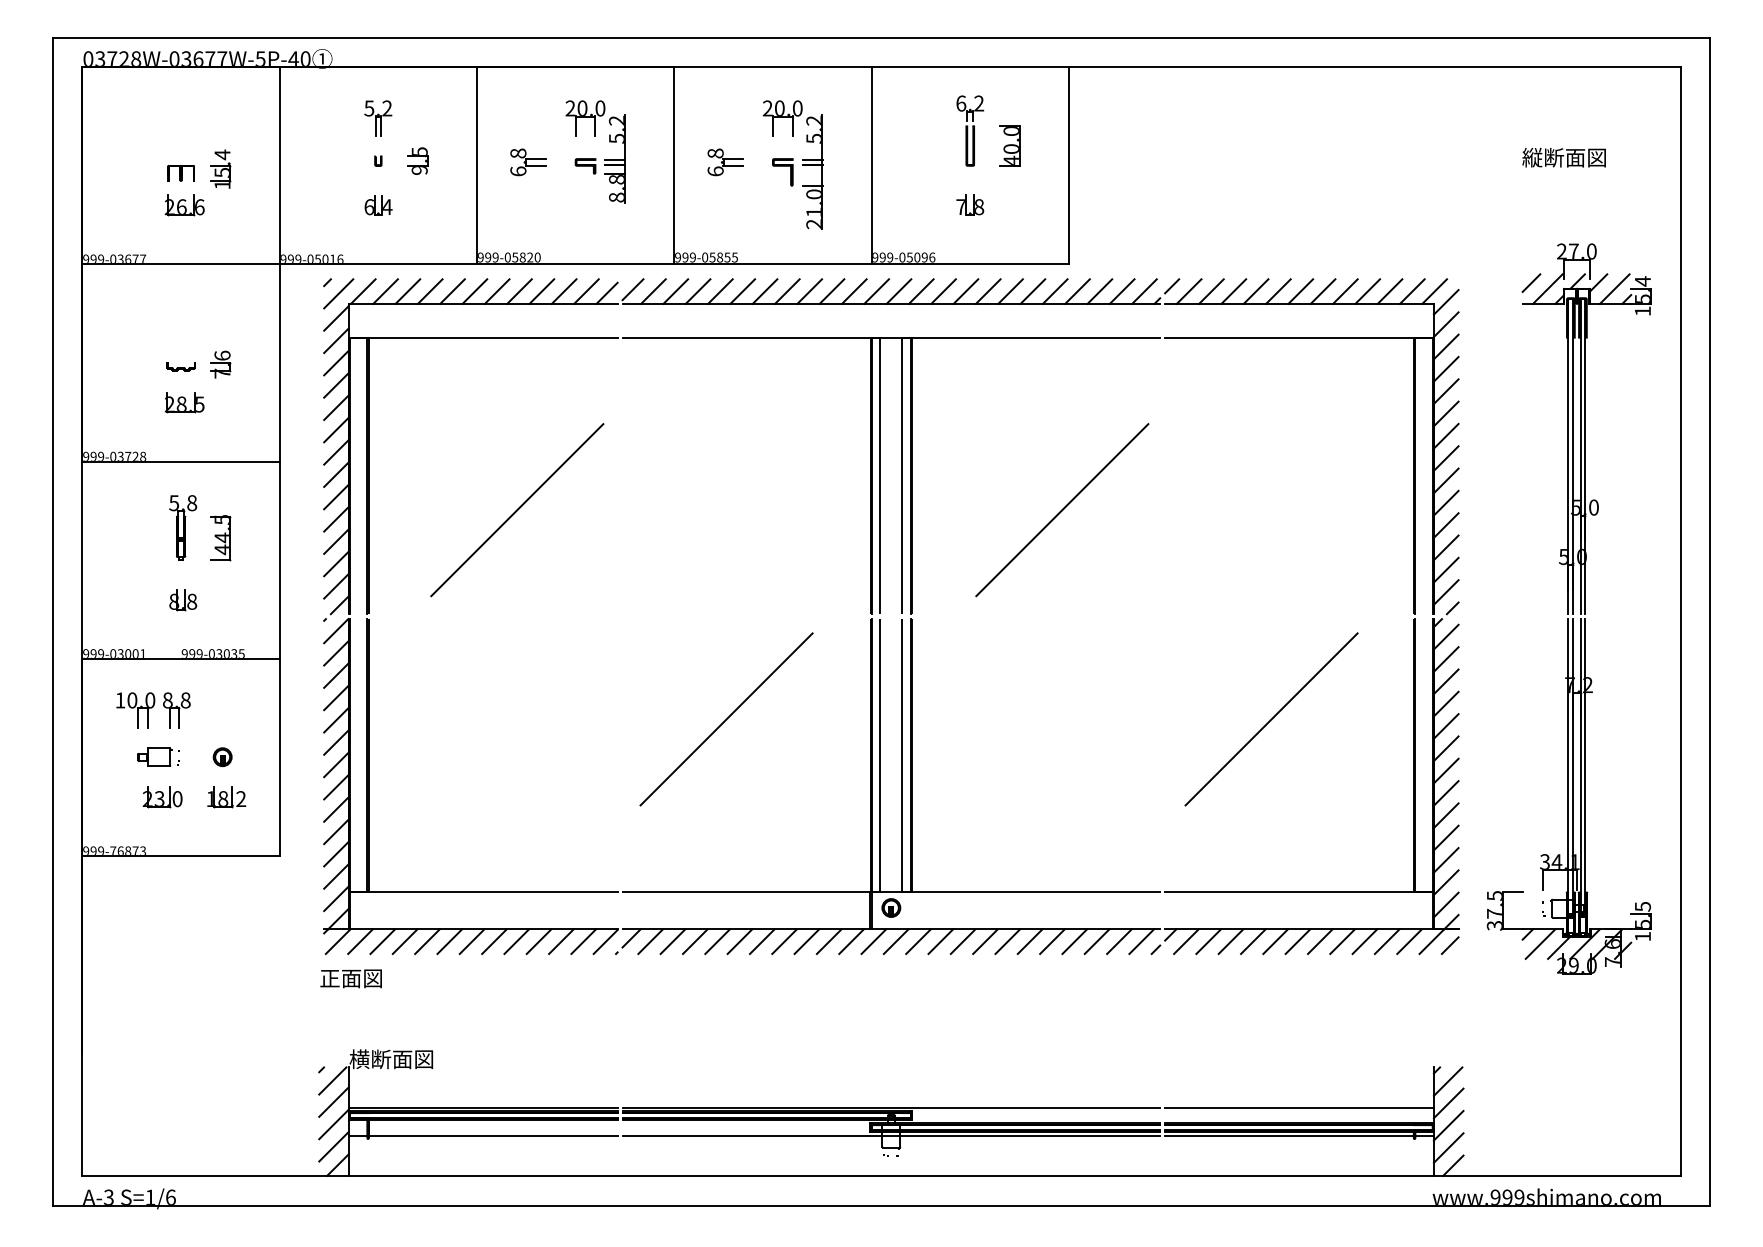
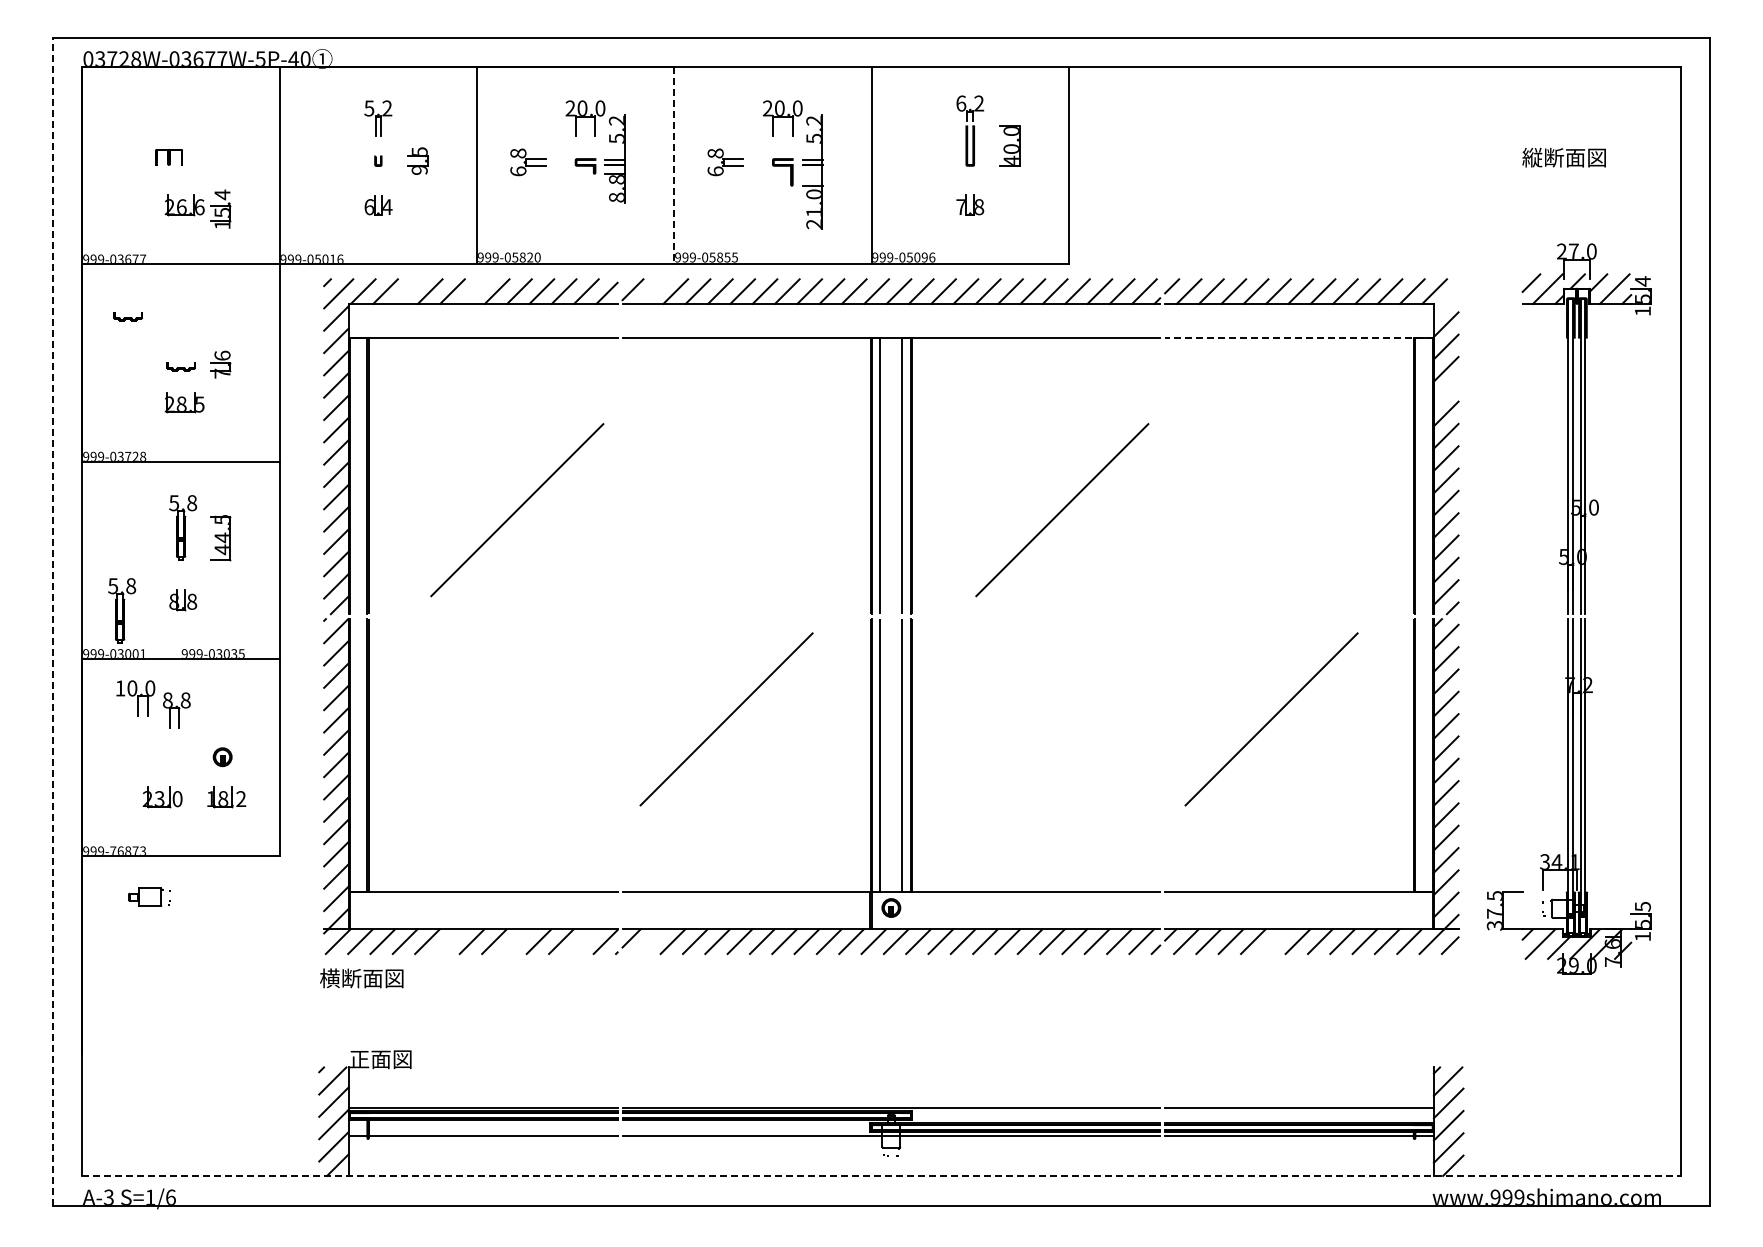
line at (674, 165): solid -> dashed
part at (220, 168) position: (220, 168) -> (220, 208)
part at (180, 173) position: (180, 173) -> (168, 157)
line at (407, 291): present -> none
line at (474, 291): present -> none
line at (653, 291): present -> none
line at (1445, 302): present -> none
part at (127, 316): none -> present
line at (1299, 337): solid -> dashed
line at (1445, 391): present -> none
part at (122, 610): none -> present
line at (52, 621): solid -> dashed
part at (135, 710) position: (135, 710) -> (135, 698)
part at (158, 756) position: (158, 756) -> (149, 896)
line at (449, 941): present -> none
line at (516, 941): present -> none
line at (583, 941): present -> none
line at (650, 941): present -> none
line at (1275, 941): present -> none
text at (361, 978): 正面図 -> 横断面図
text at (391, 1059): 横断面図 -> 正面図
line at (881, 1175): solid -> dashed
